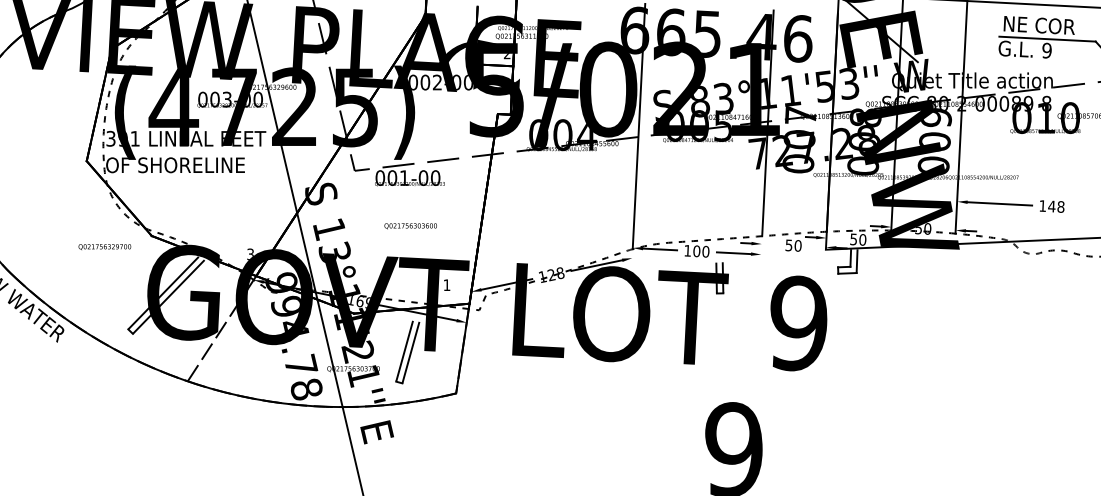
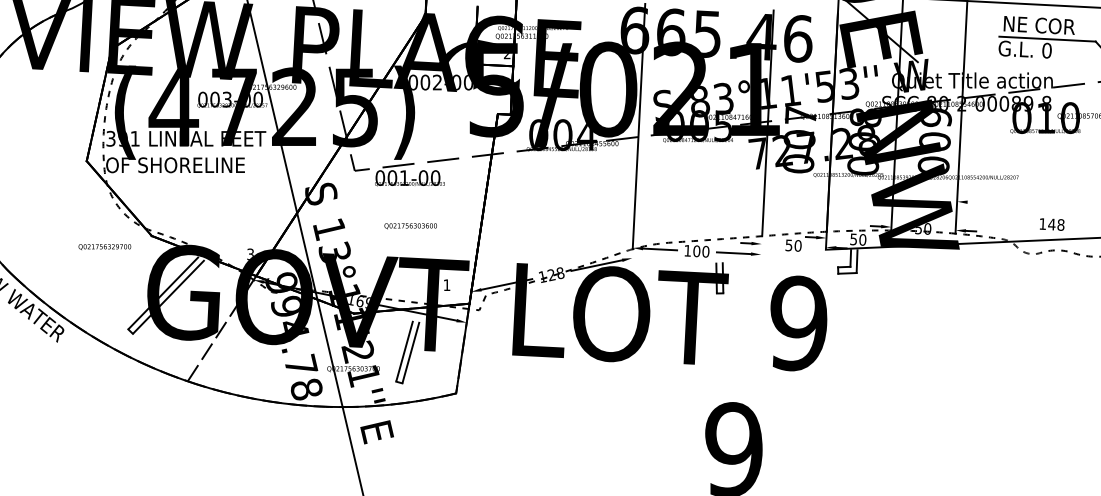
text at (1046, 50): 9 -> 0
line at (999, 203): present -> none
text at (1052, 206) position: (1052, 206) -> (1052, 224)
